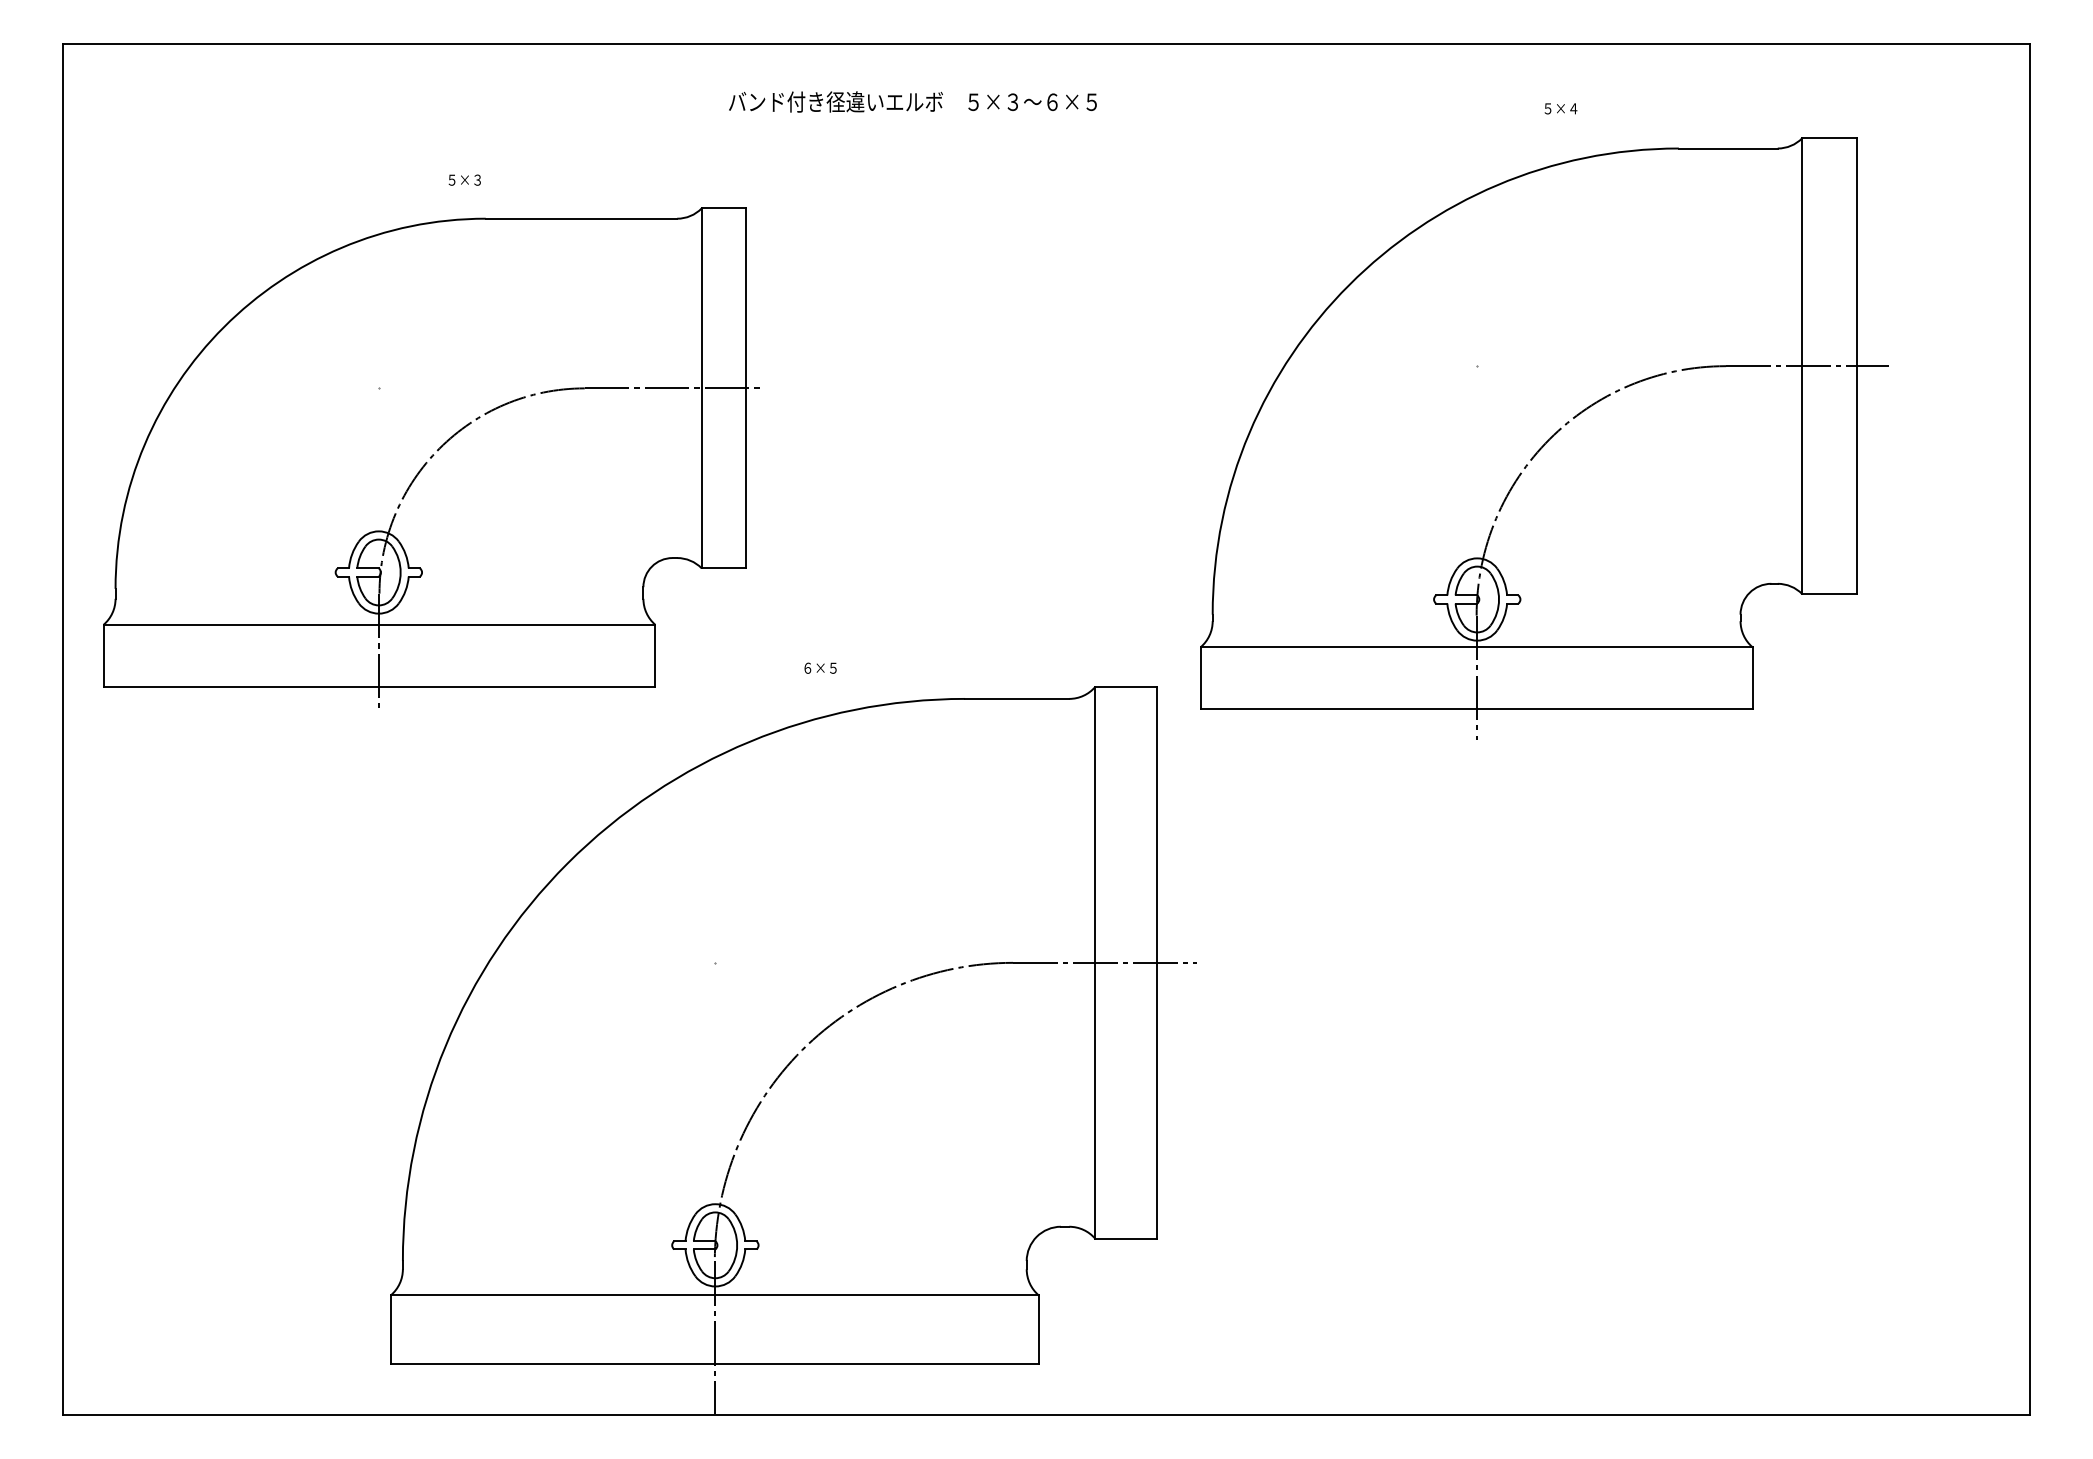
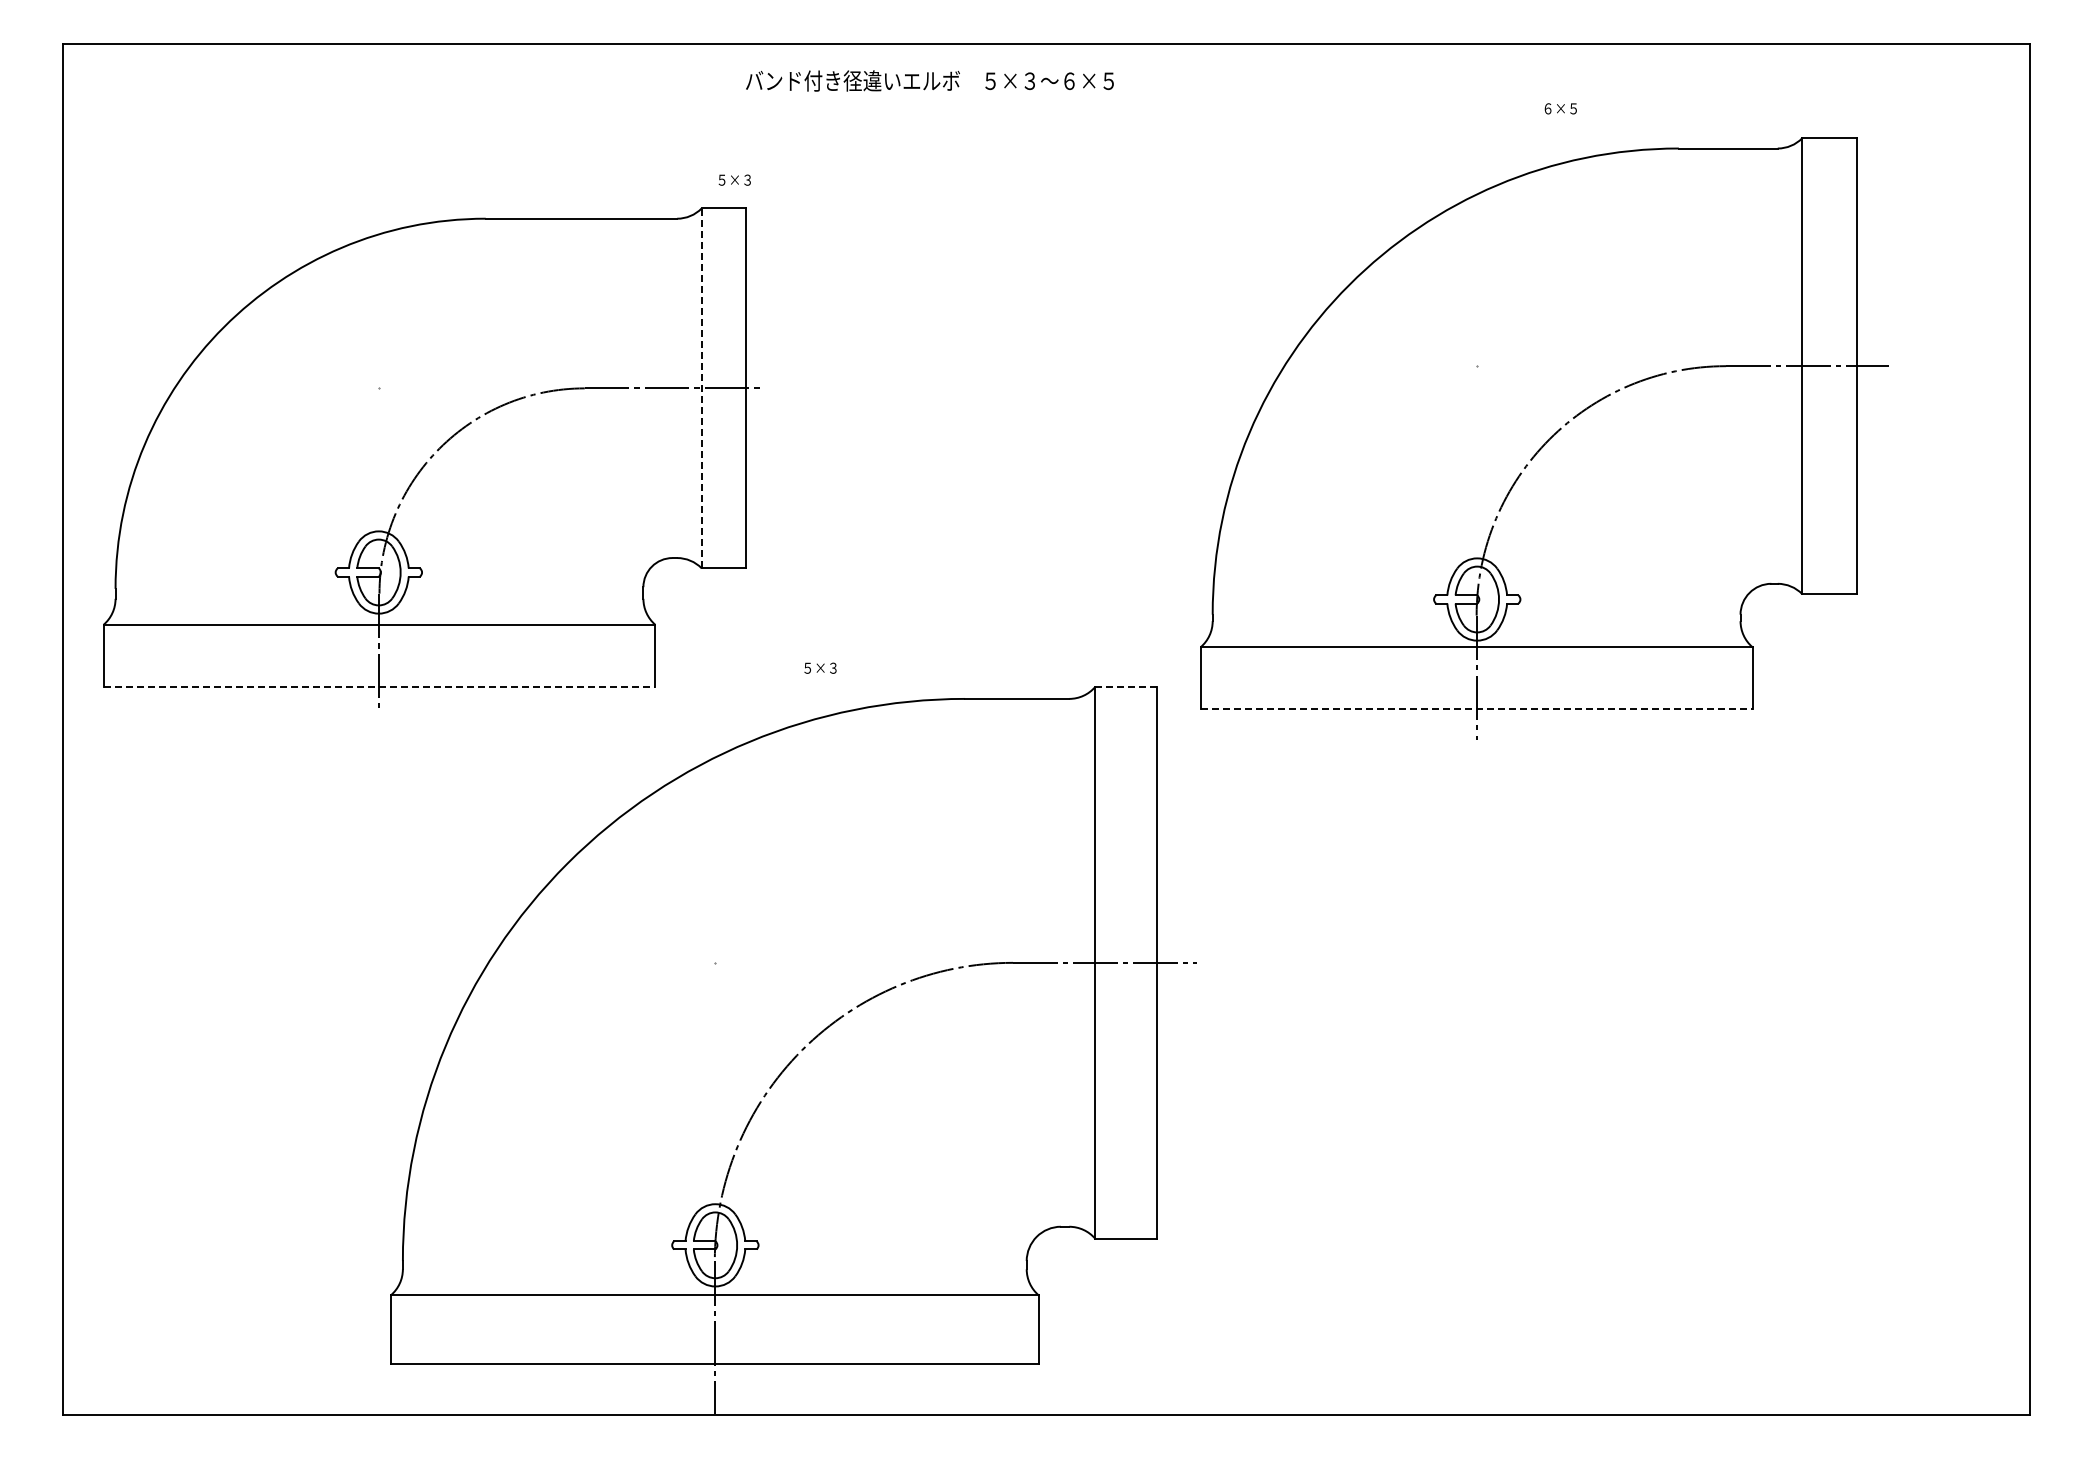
text at (912, 101) position: (912, 101) -> (929, 80)
text at (1560, 108): ５×４ -> ６×５
text at (464, 179) position: (464, 179) -> (734, 179)
line at (701, 388): solid -> dashed
text at (820, 667): ６×５ -> ５×３
line at (379, 686): solid -> dashed
line at (1126, 686): solid -> dashed
line at (1476, 708): solid -> dashed
